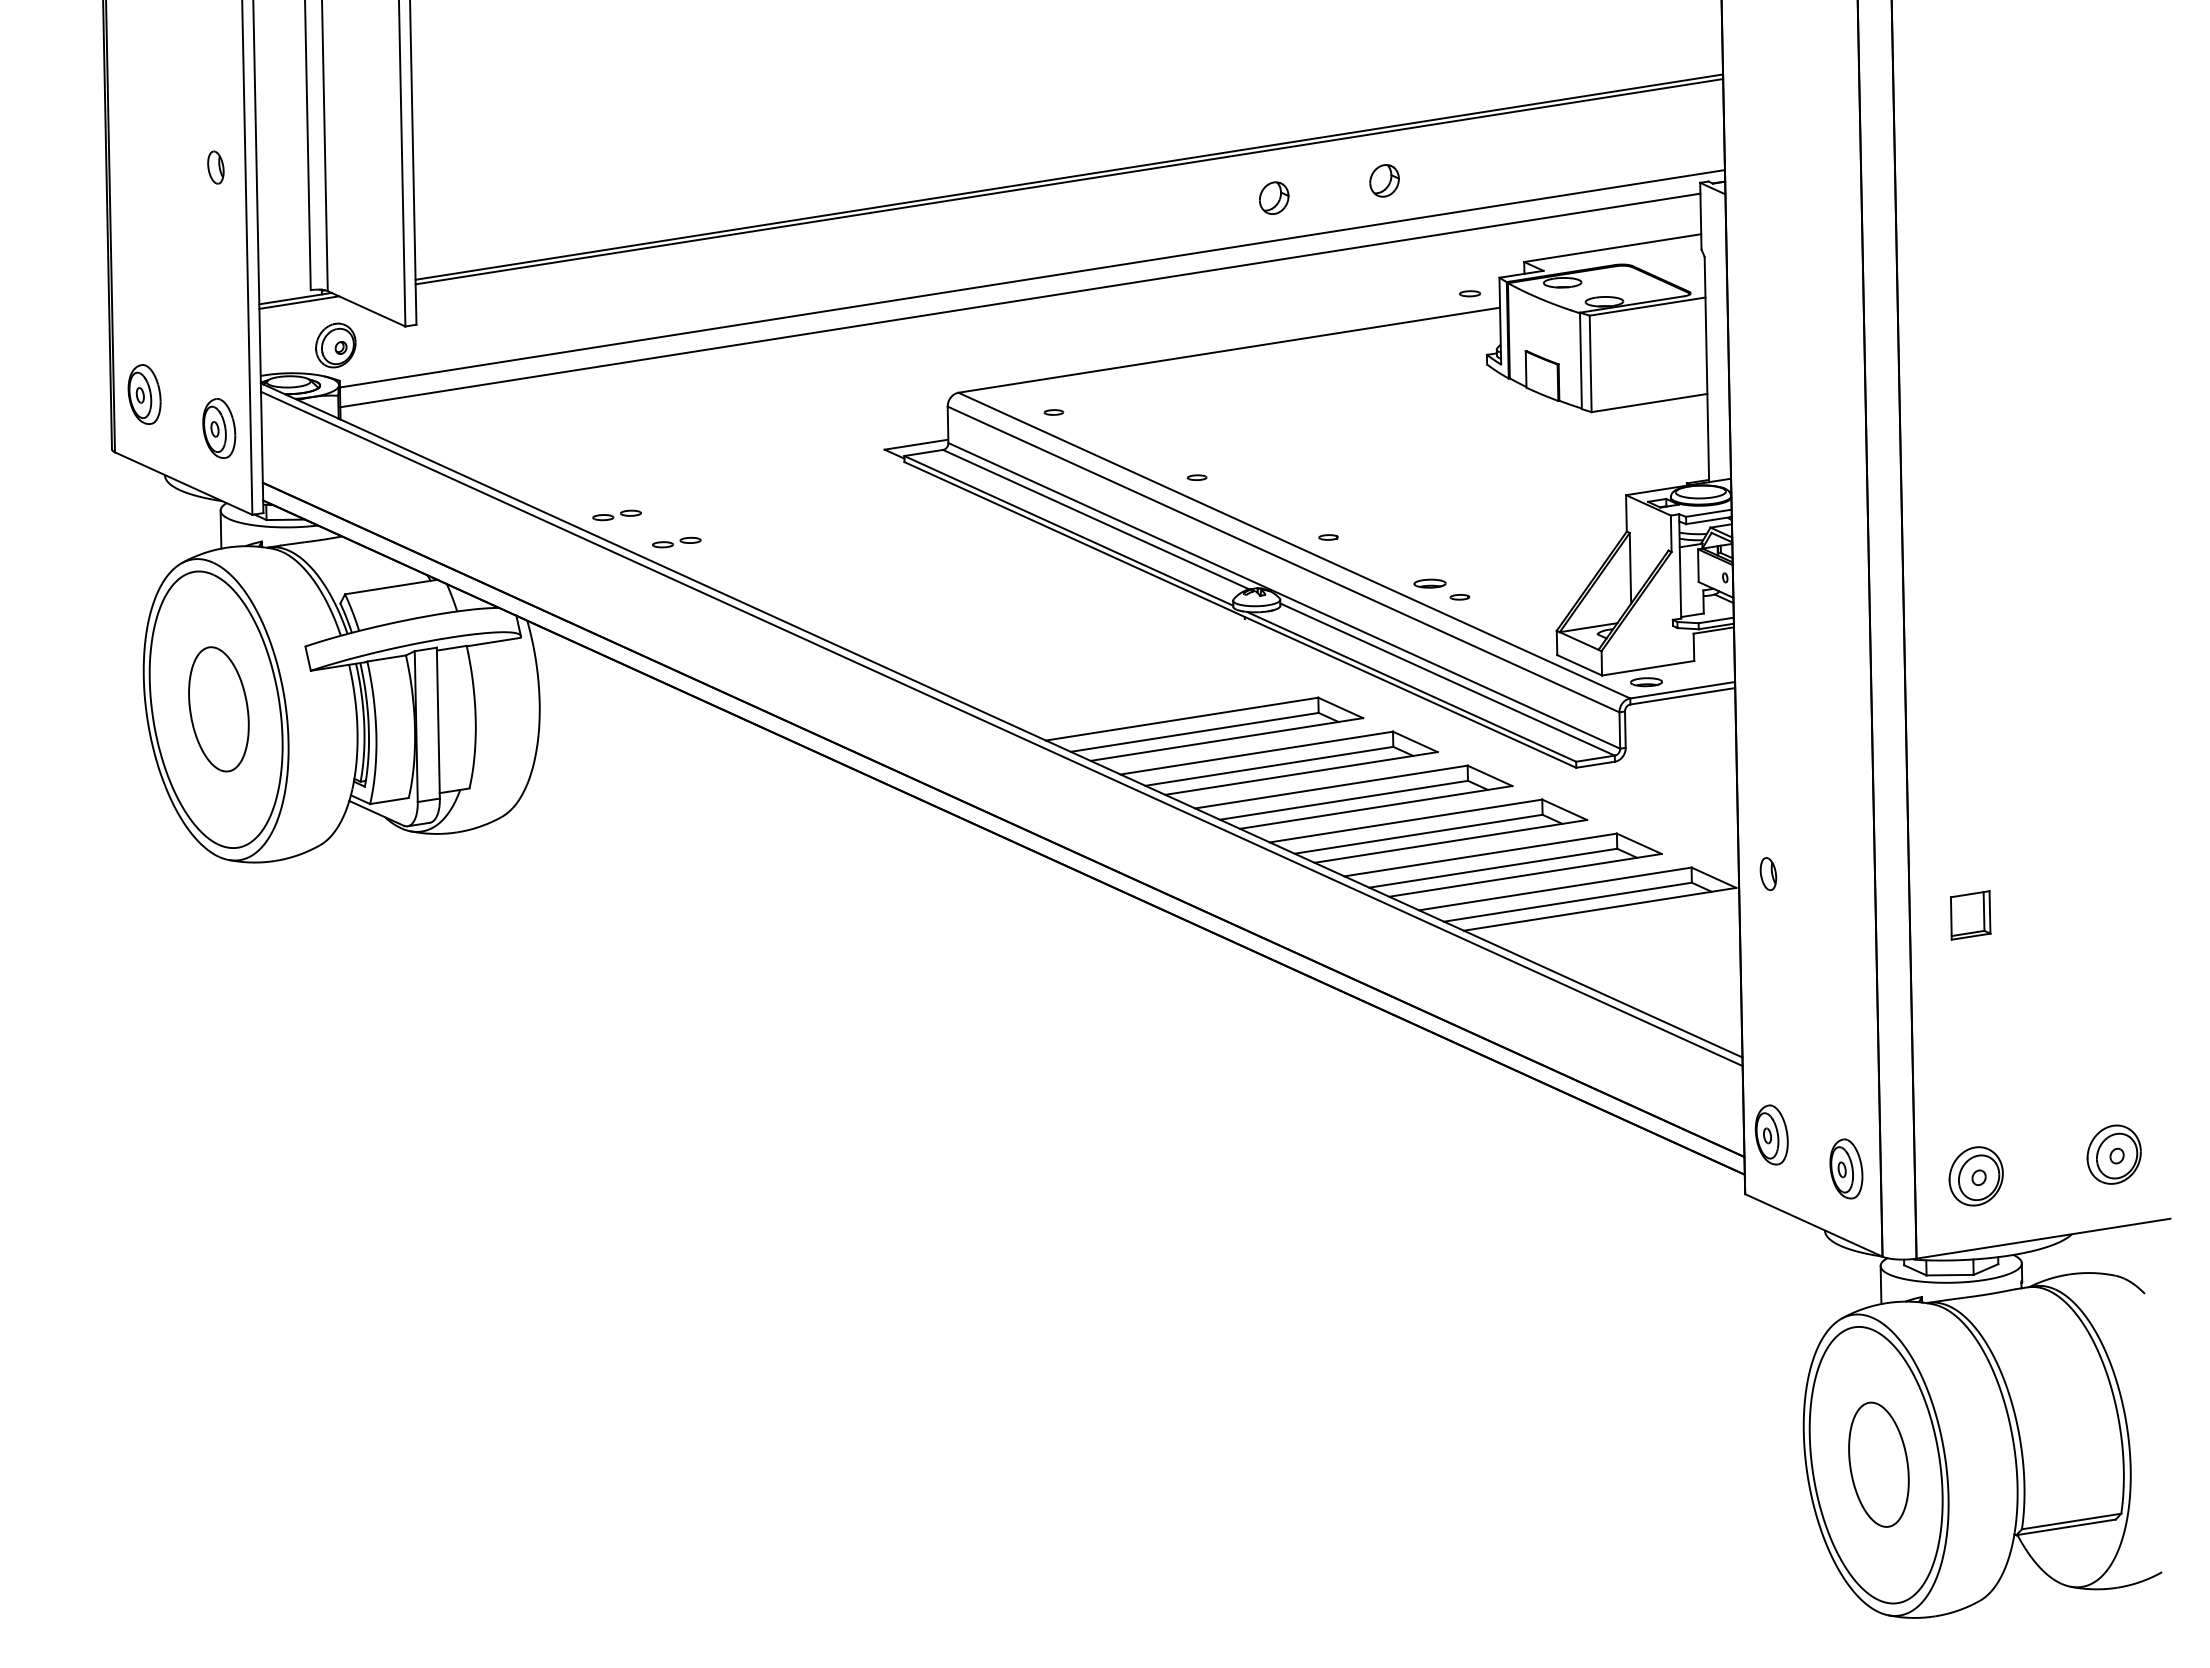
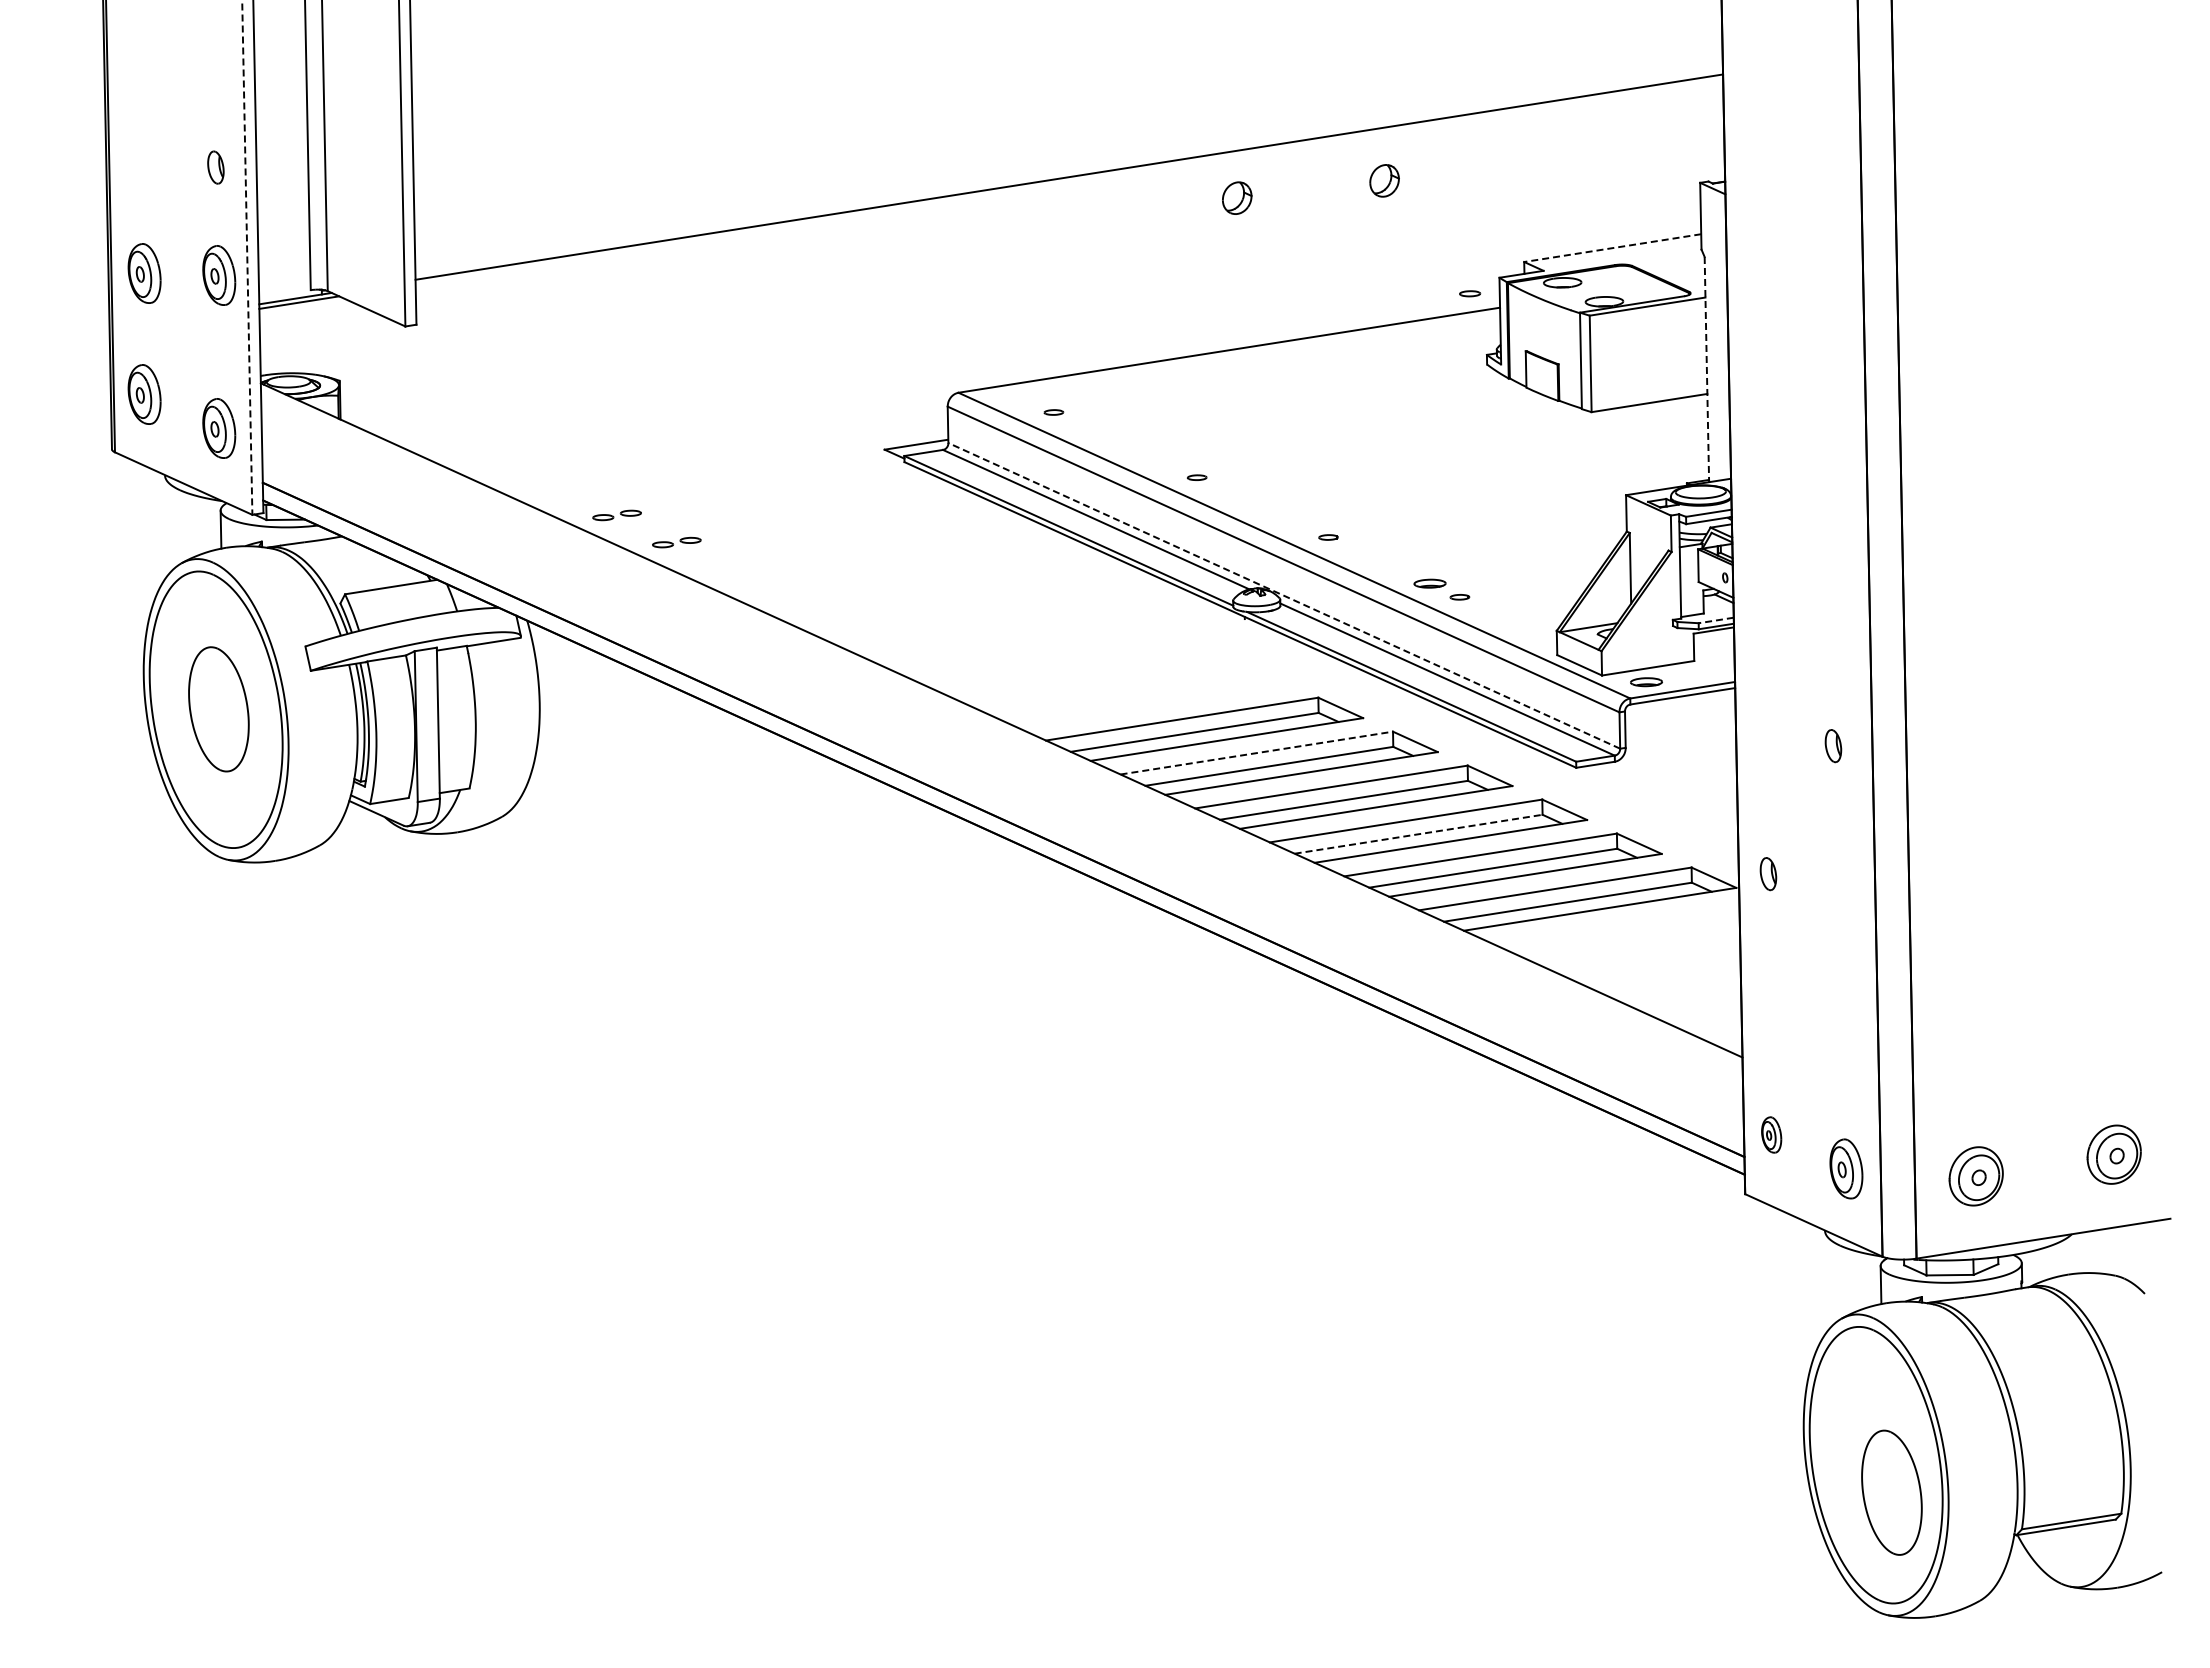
line at (1069, 181): present -> none
part at (1274, 197) position: (1274, 197) -> (1237, 197)
line at (1612, 248): solid -> dashed
line at (247, 257): solid -> dashed
part at (144, 273): none -> present
part at (219, 275): none -> present
line at (1031, 278): present -> none
line at (1020, 300): present -> none
part at (335, 345): present -> none
line at (1706, 369): solid -> dashed
line at (1283, 595): solid -> dashed
line at (1716, 620): solid -> dashed
line at (1001, 728): present -> none
part at (1833, 746): none -> present
line at (1256, 753): solid -> dashed
line at (1419, 834): solid -> dashed
part at (1970, 915): present -> none
part at (1771, 1134) size: 35x62 px -> 22x38 px
part at (1878, 1464) position: (1878, 1464) -> (1891, 1492)
